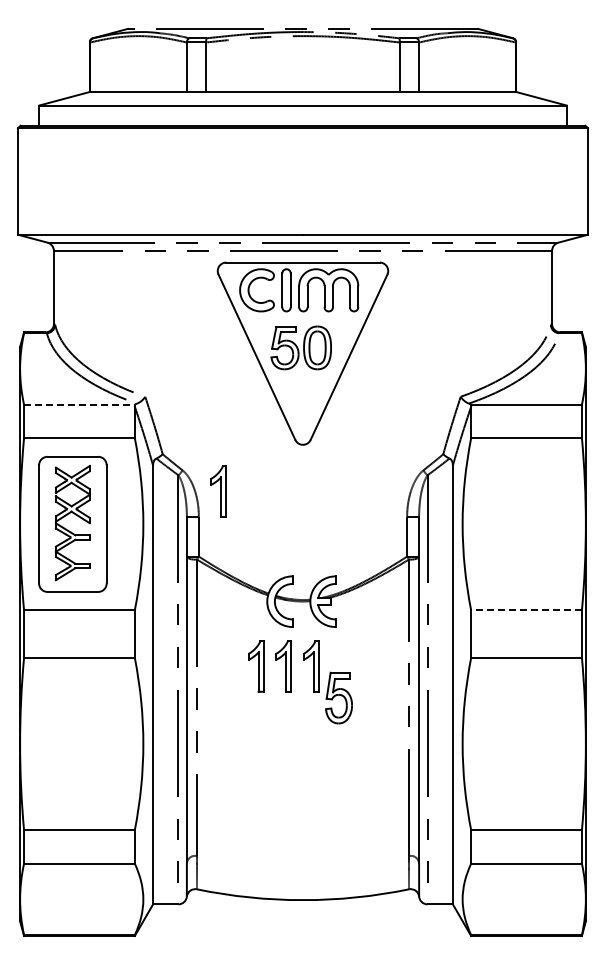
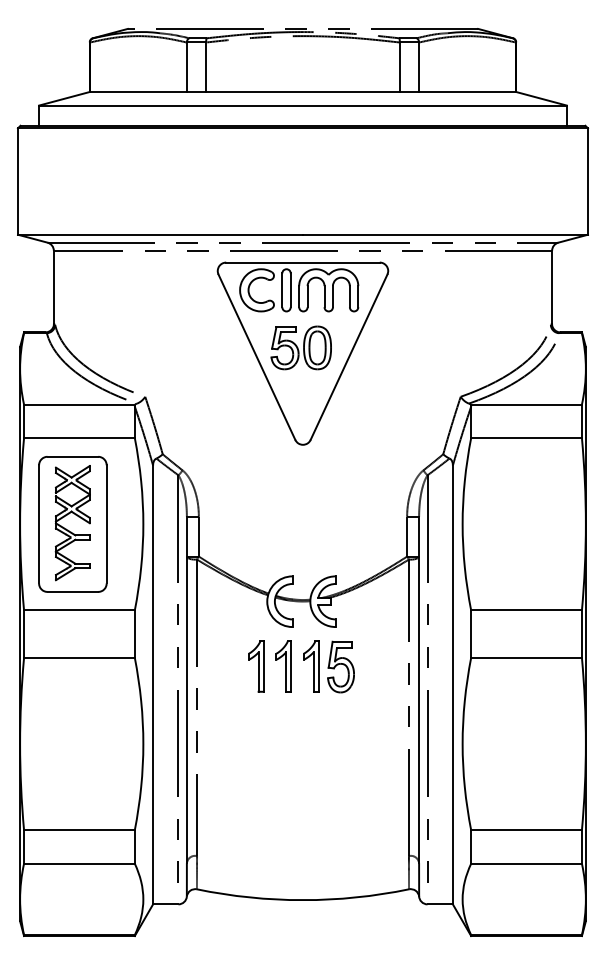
line at (79, 404): dashed -> solid
part at (218, 491): present -> none
line at (526, 610): dashed -> solid
part at (338, 697) position: (338, 697) -> (340, 666)
